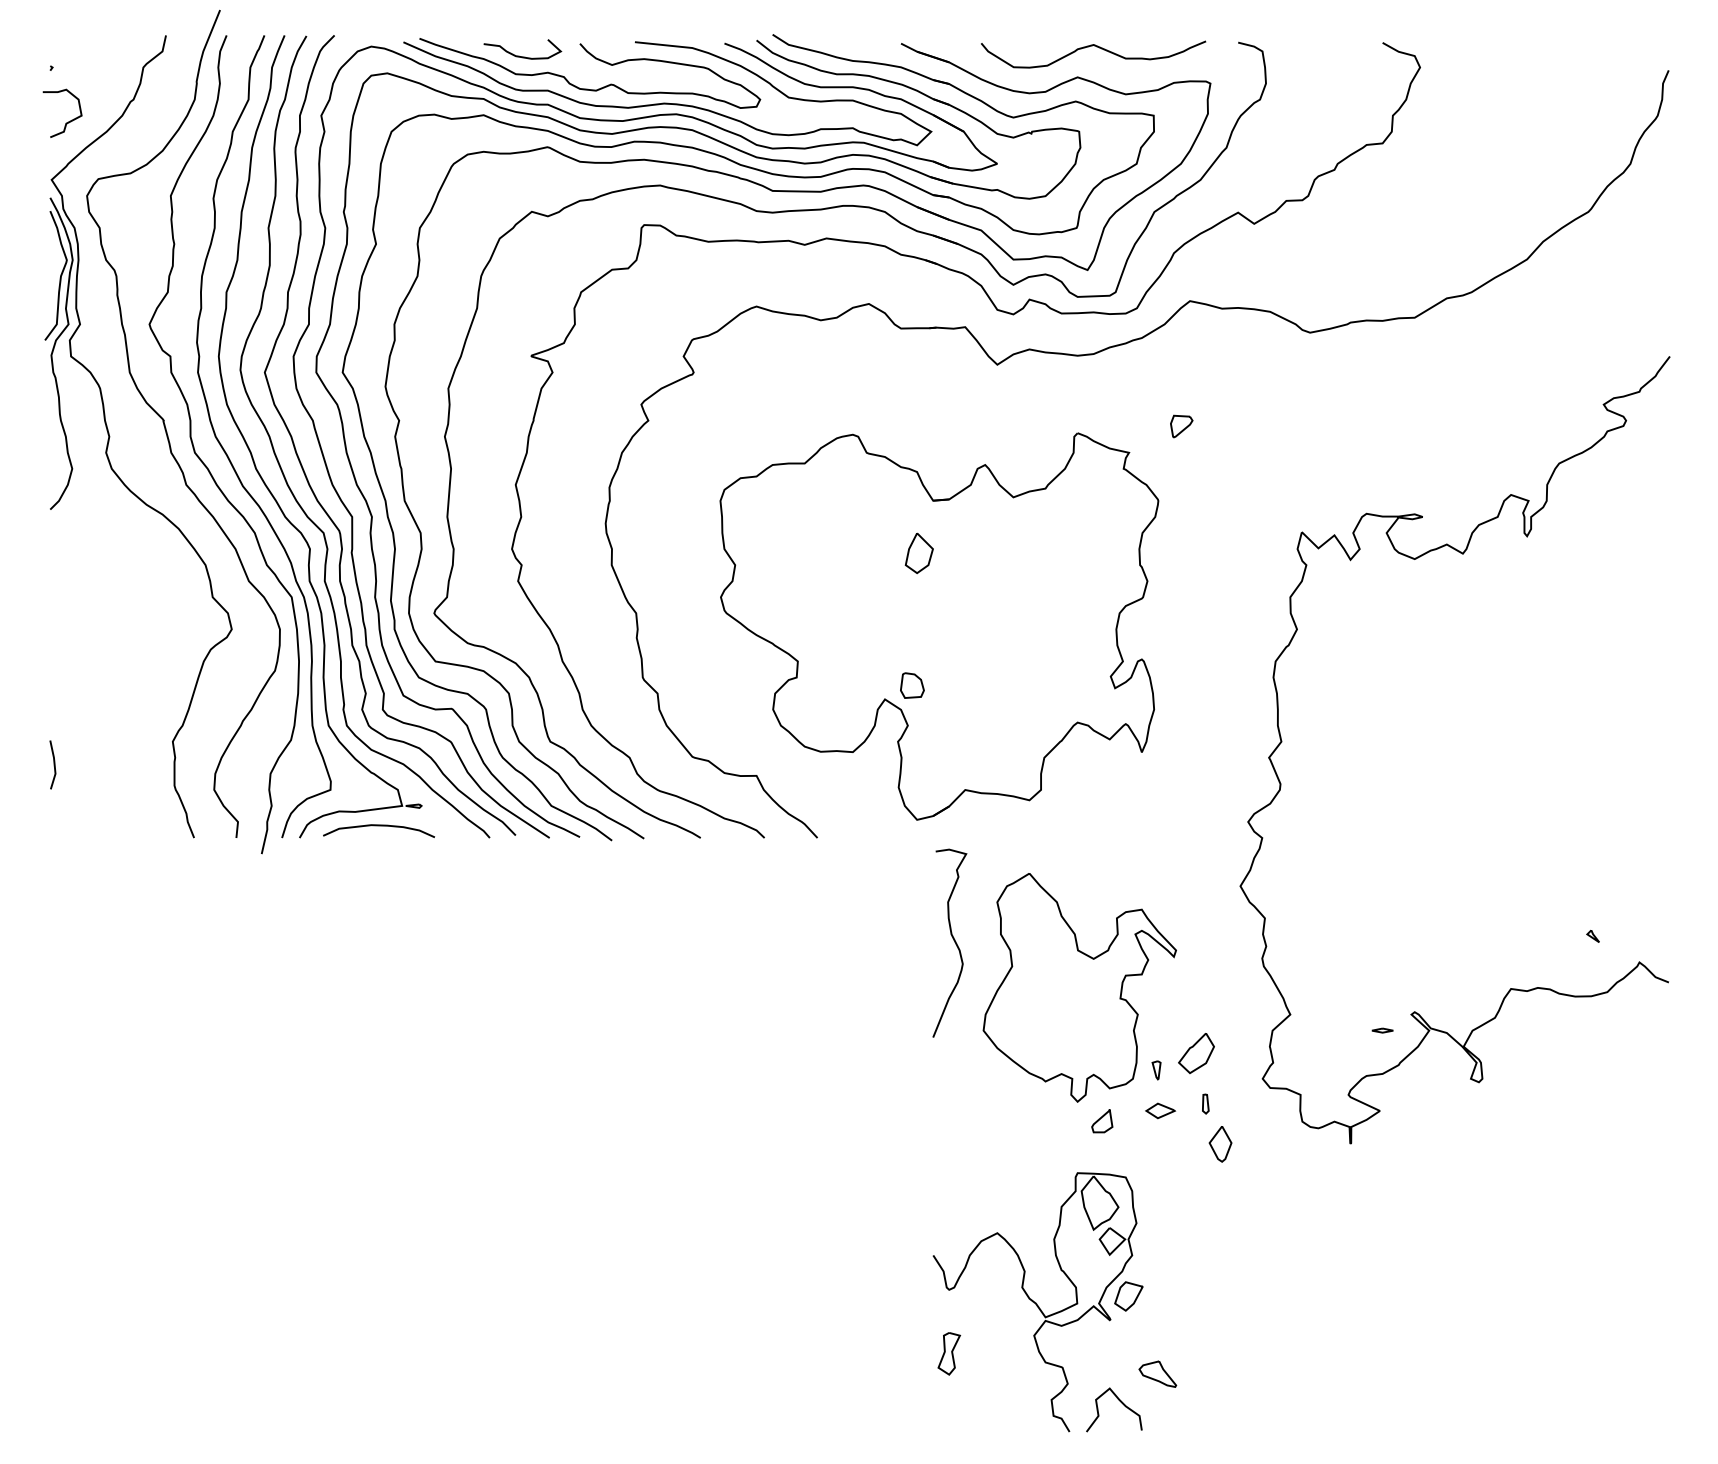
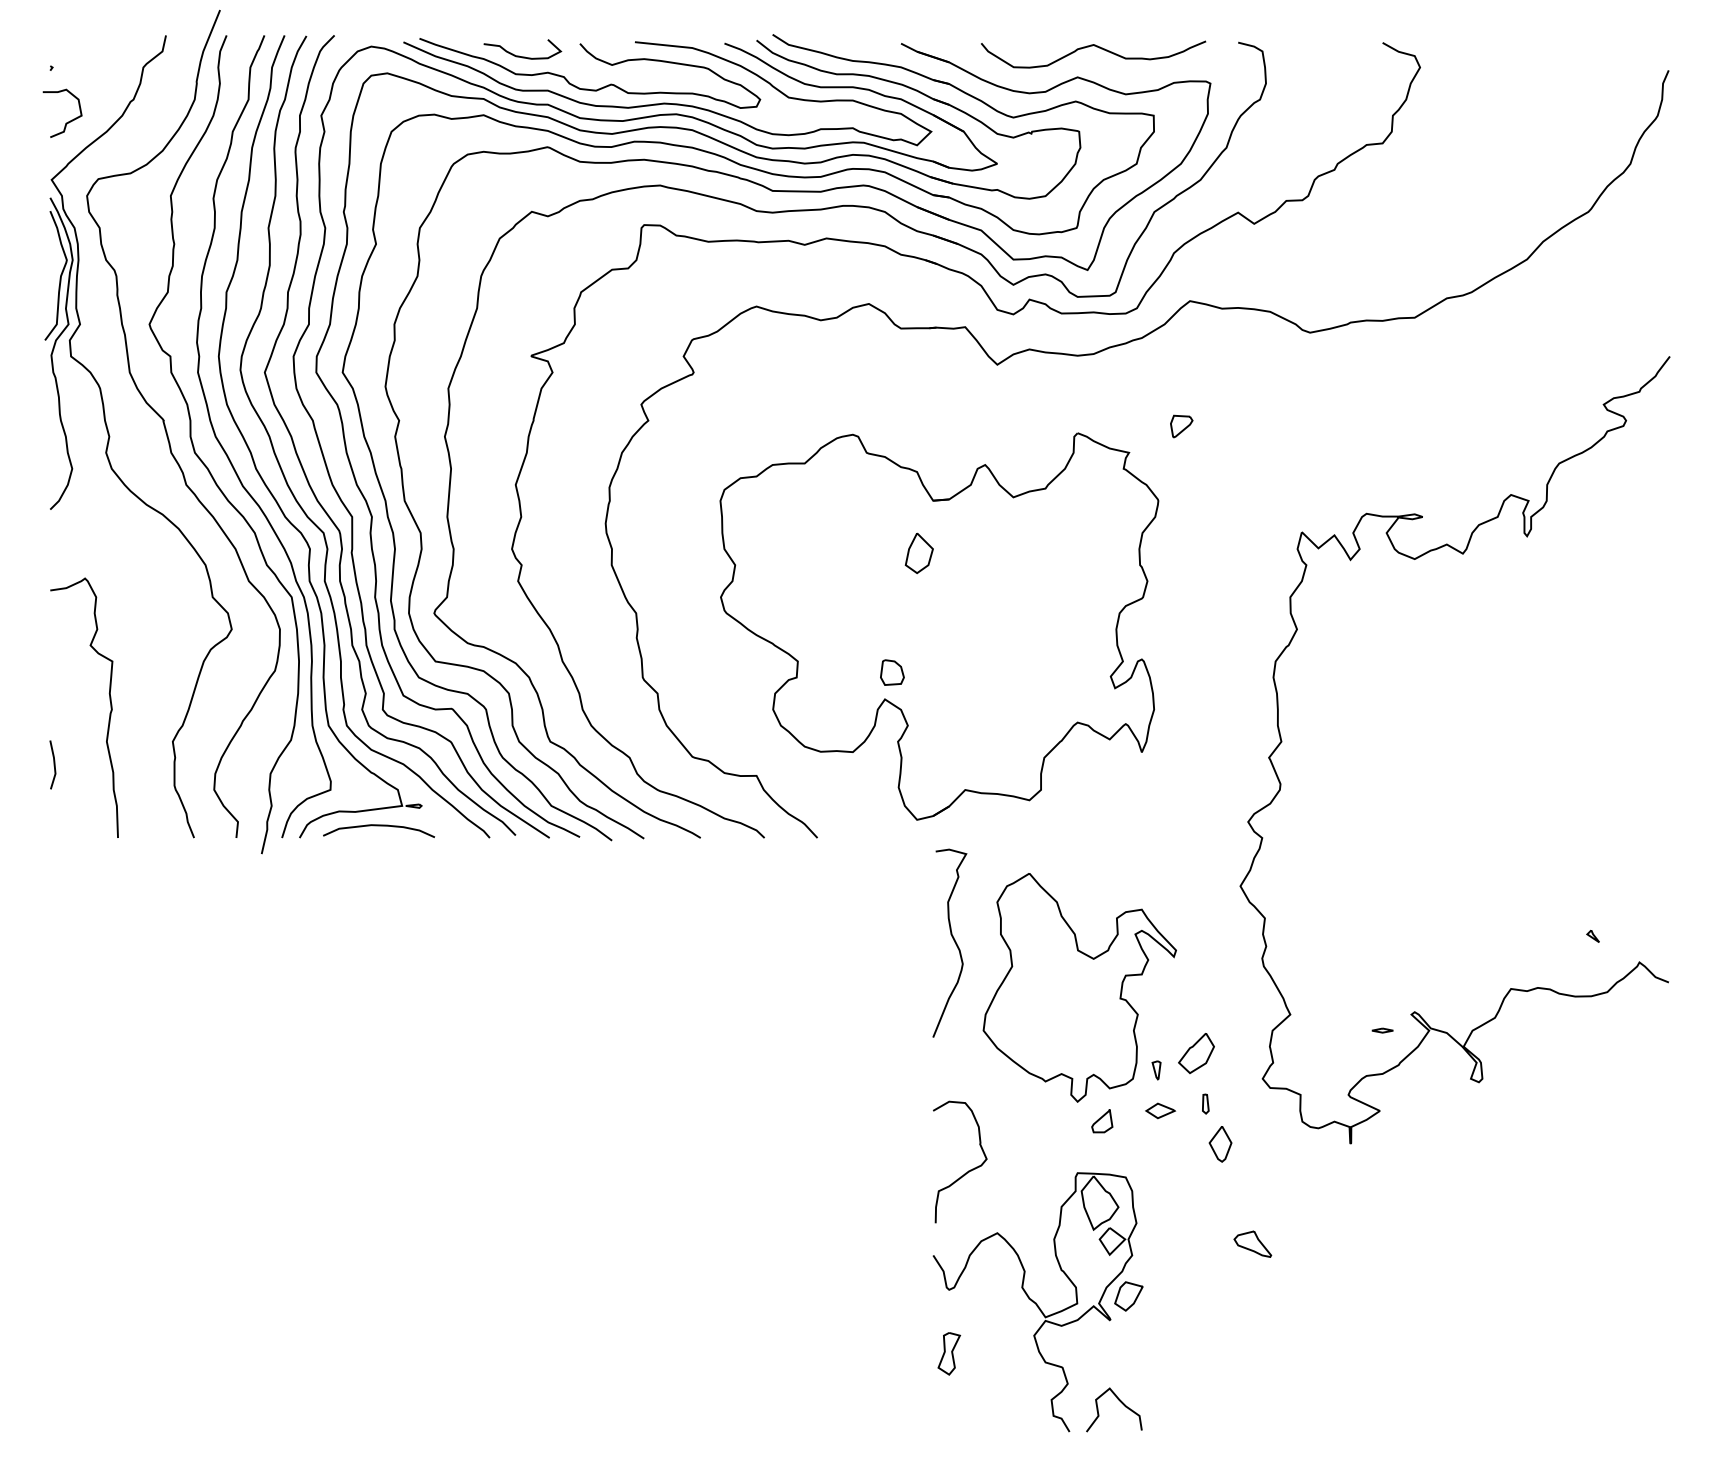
part at (912, 685) position: (912, 685) -> (892, 672)
curve at (109, 713): none -> present
curve at (968, 1170): none -> present
part at (1157, 1373) position: (1157, 1373) -> (1252, 1243)
